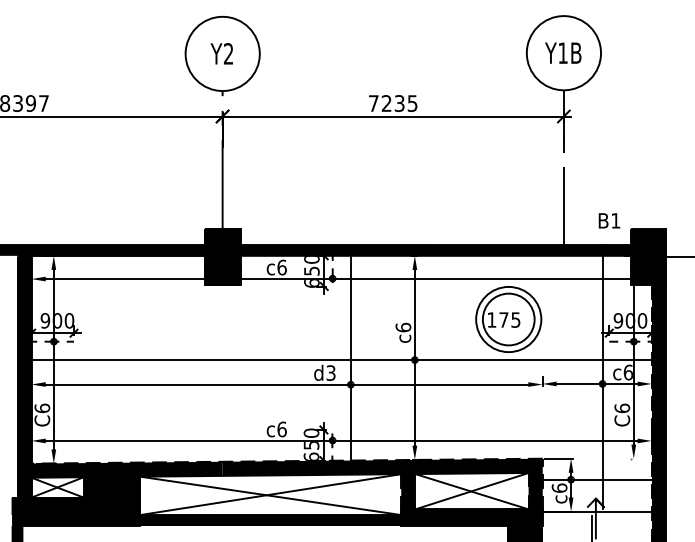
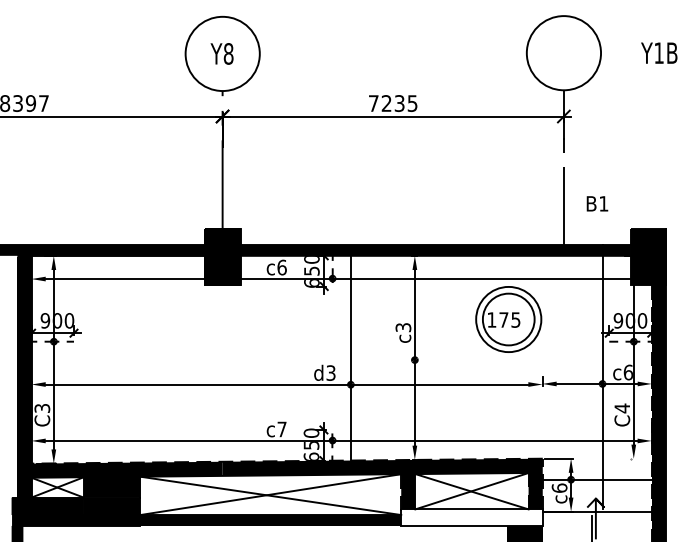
text at (563, 52) position: (563, 52) -> (659, 52)
text at (228, 53): Y2 -> Y8
text at (609, 220) position: (609, 220) -> (597, 203)
line at (678, 257): present -> none
text at (403, 327): c6 -> c3
line at (342, 360): present -> none
text at (42, 408): C6 -> C3
text at (622, 408): C6 -> C4
text at (281, 429): c6 -> c7
fill at (471, 517): present -> none
